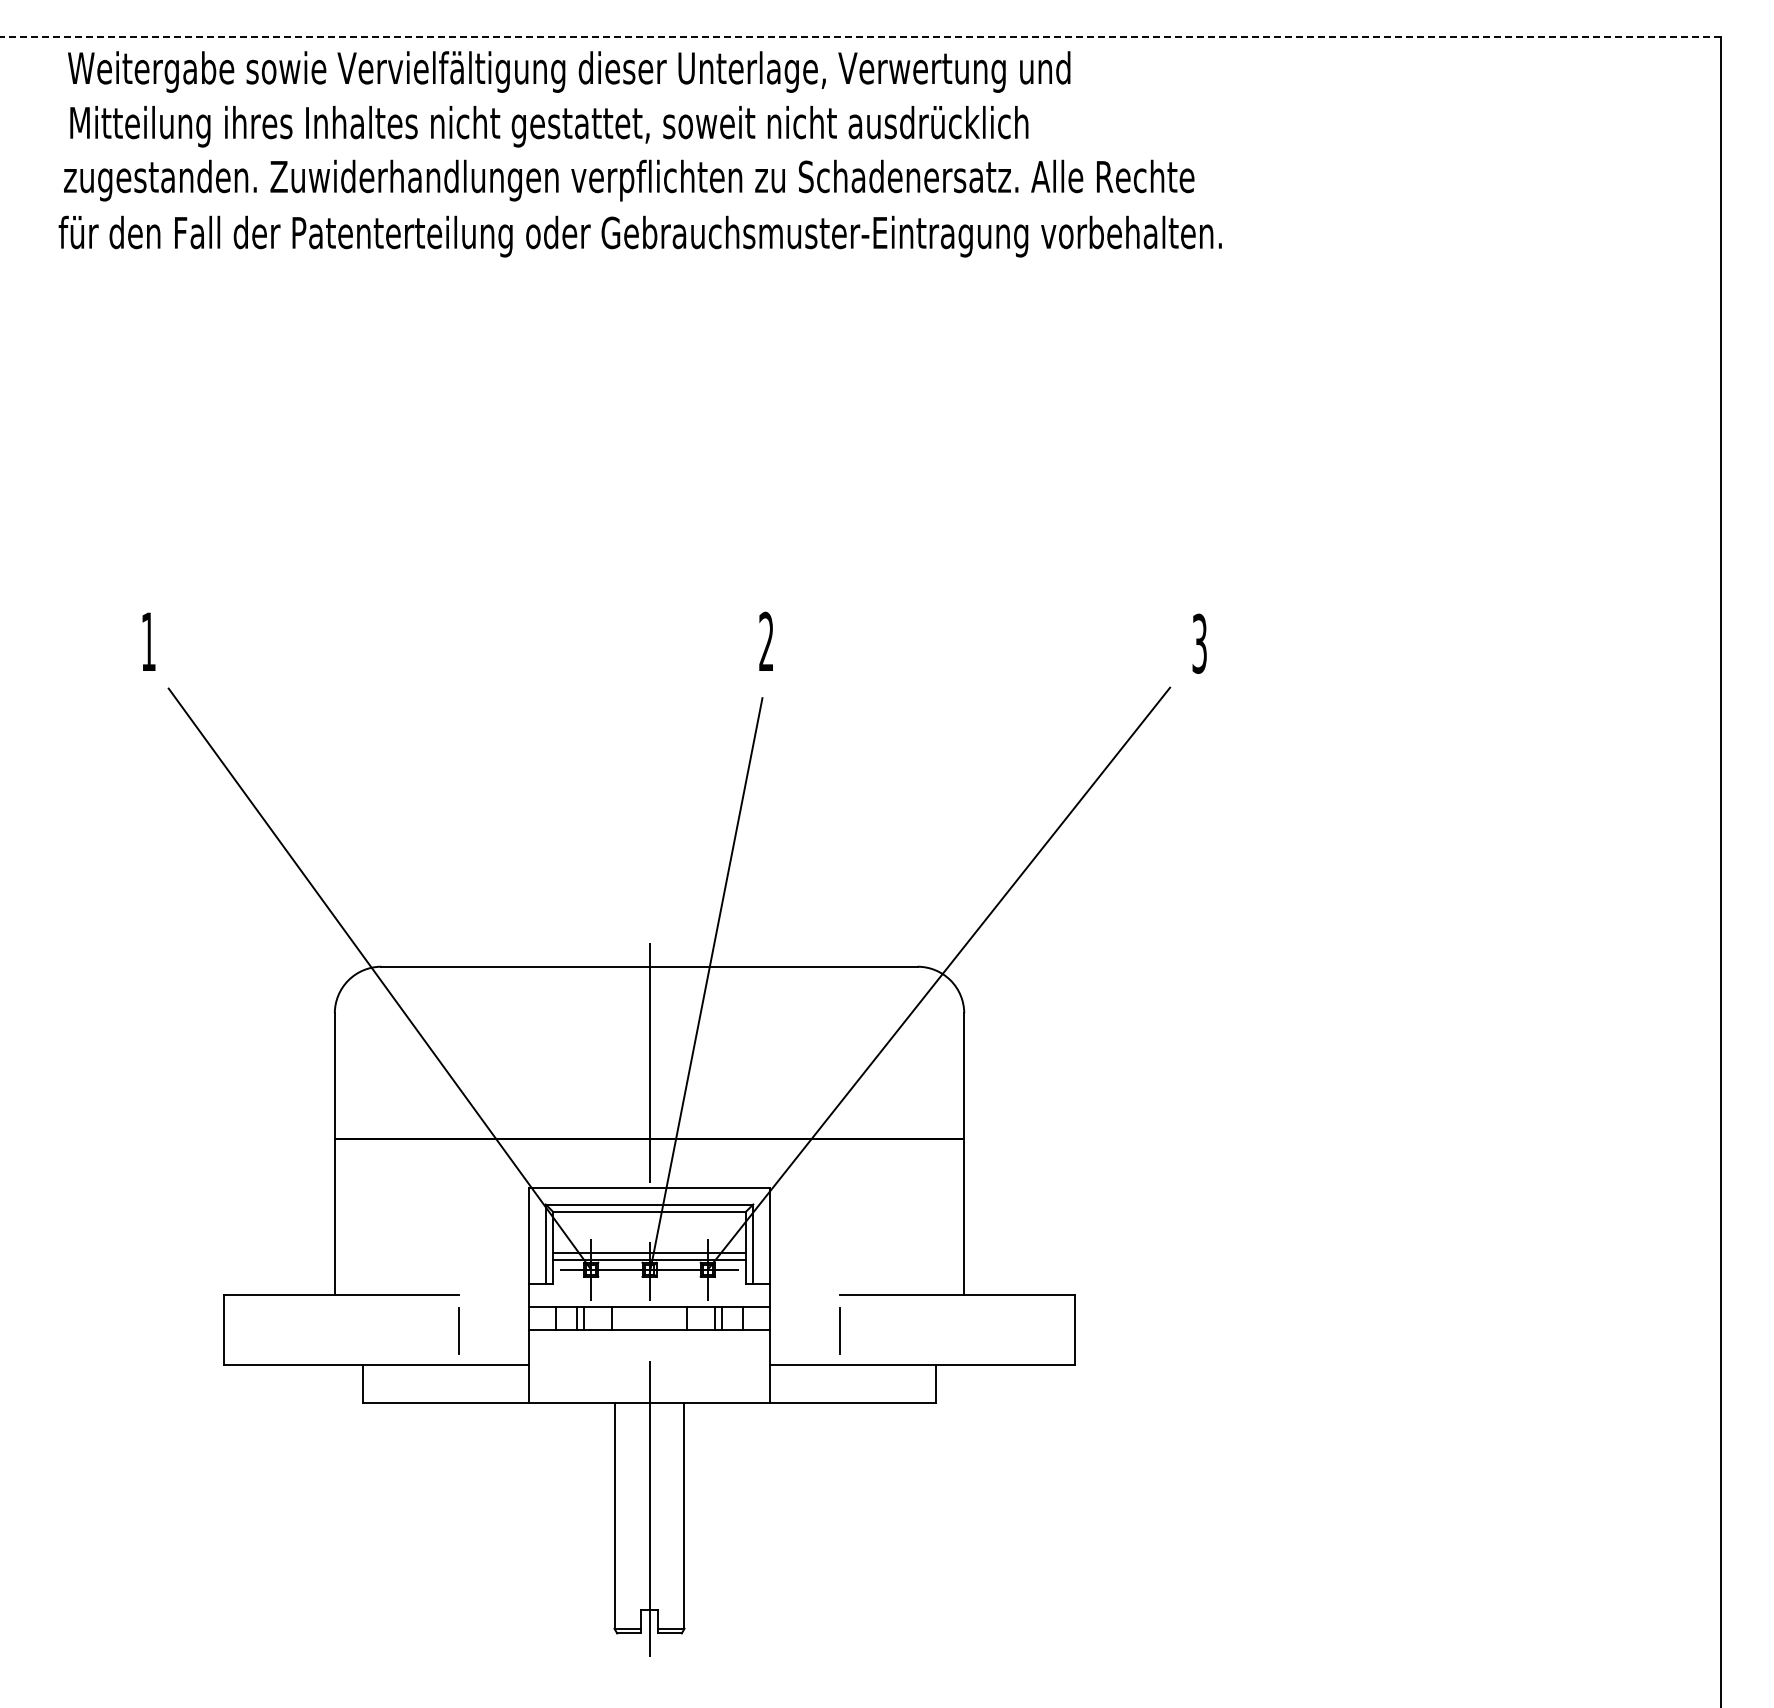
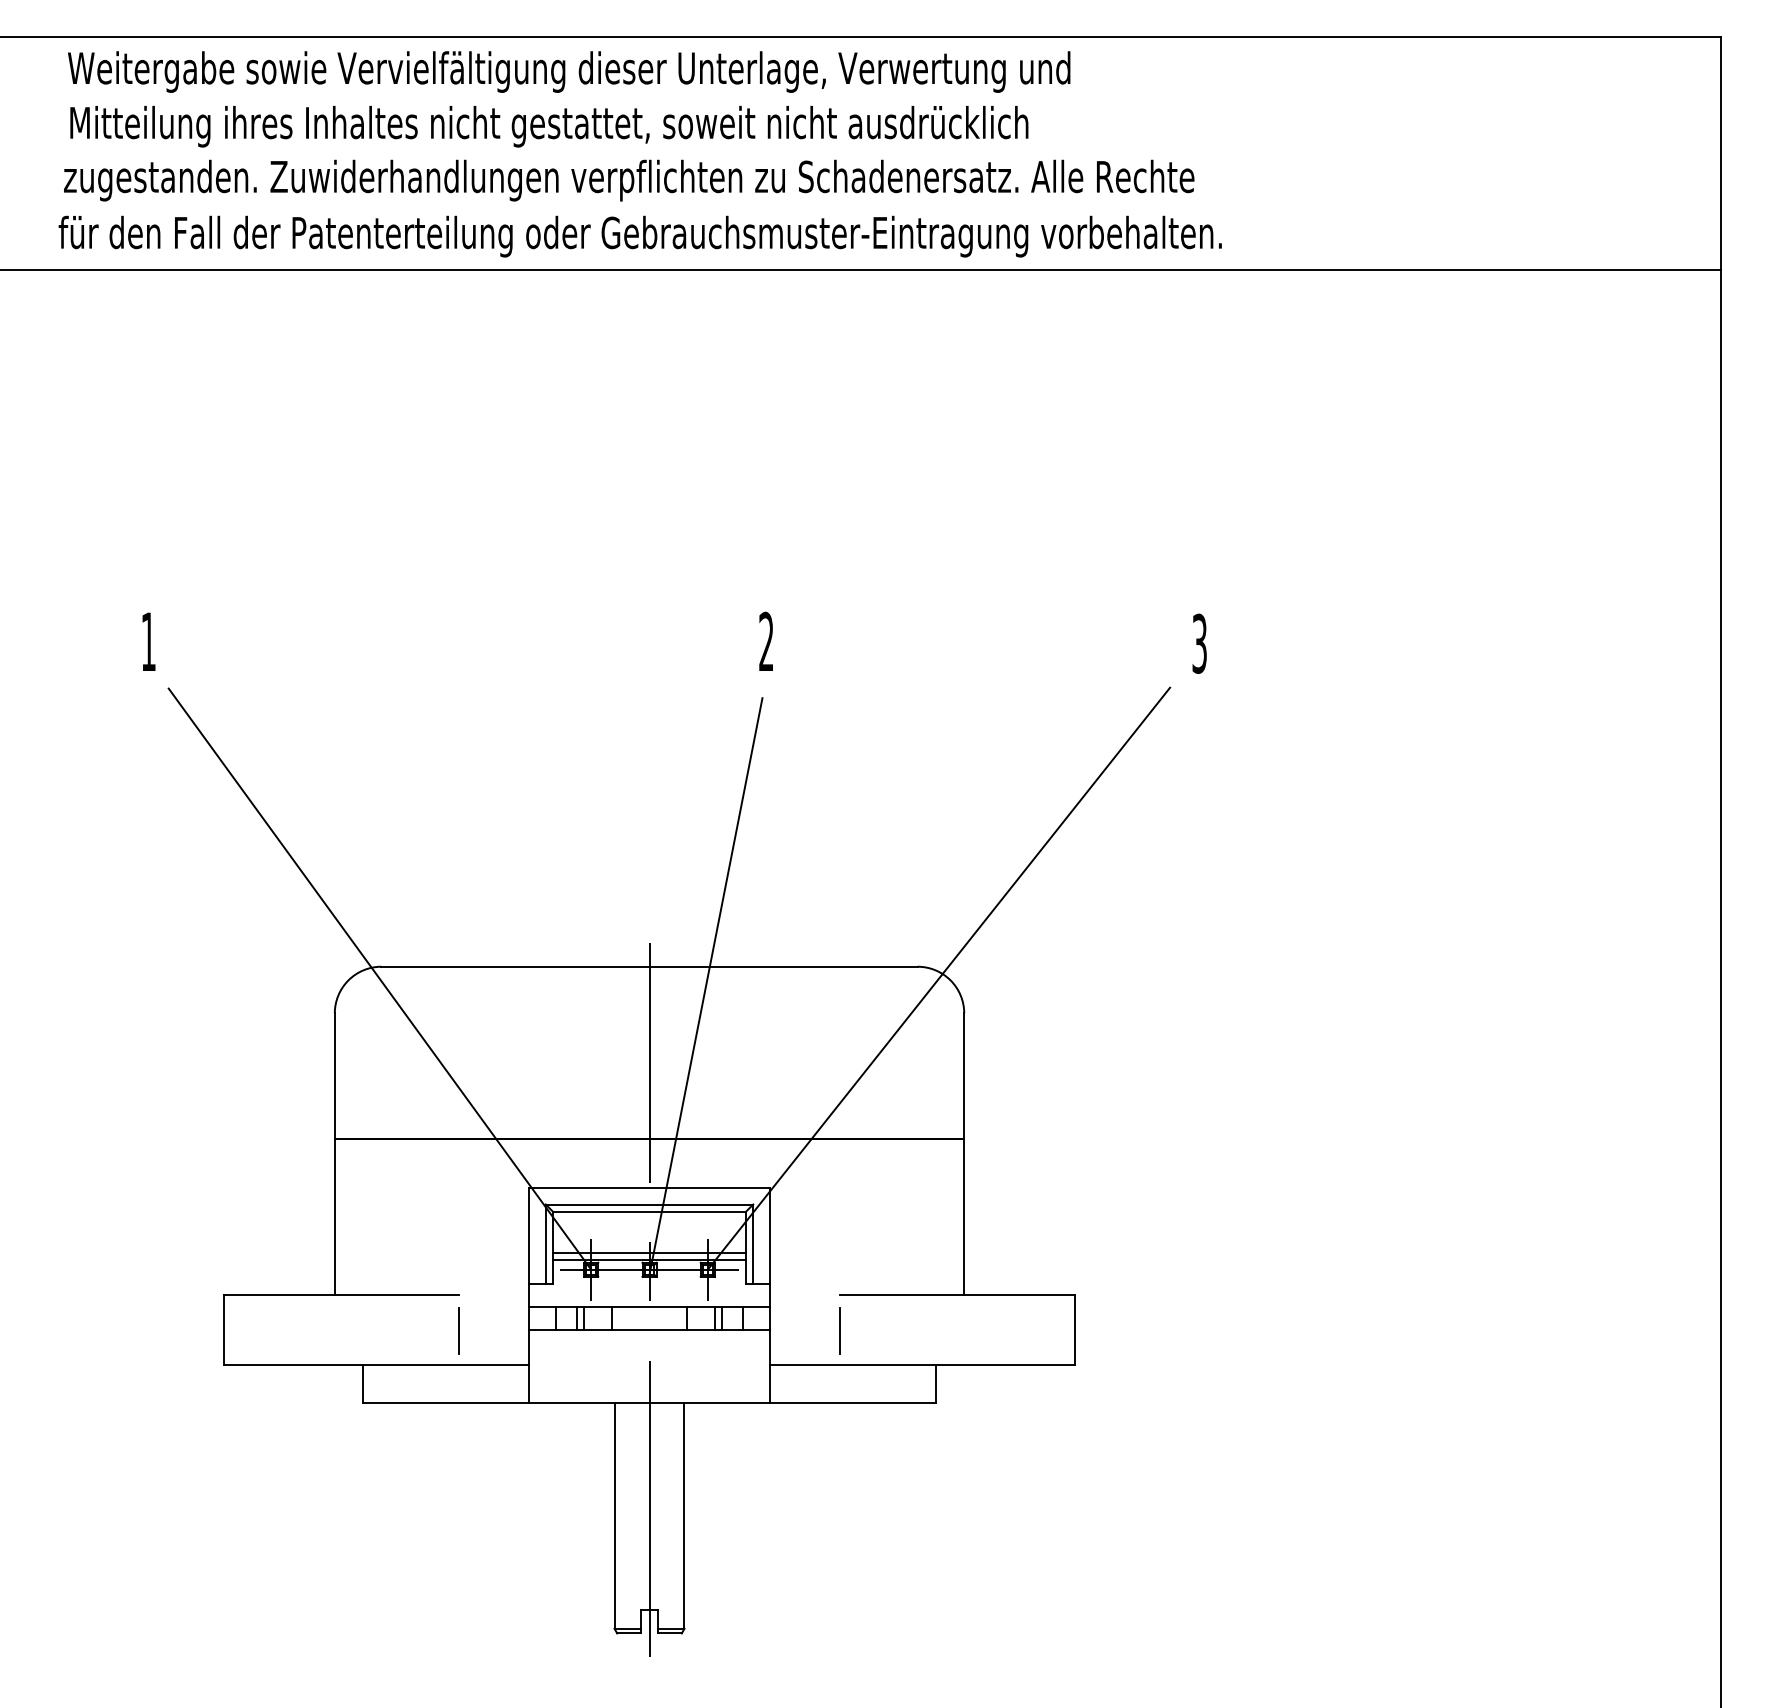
line at (860, 36): dashed -> solid
line at (861, 269): none -> present
